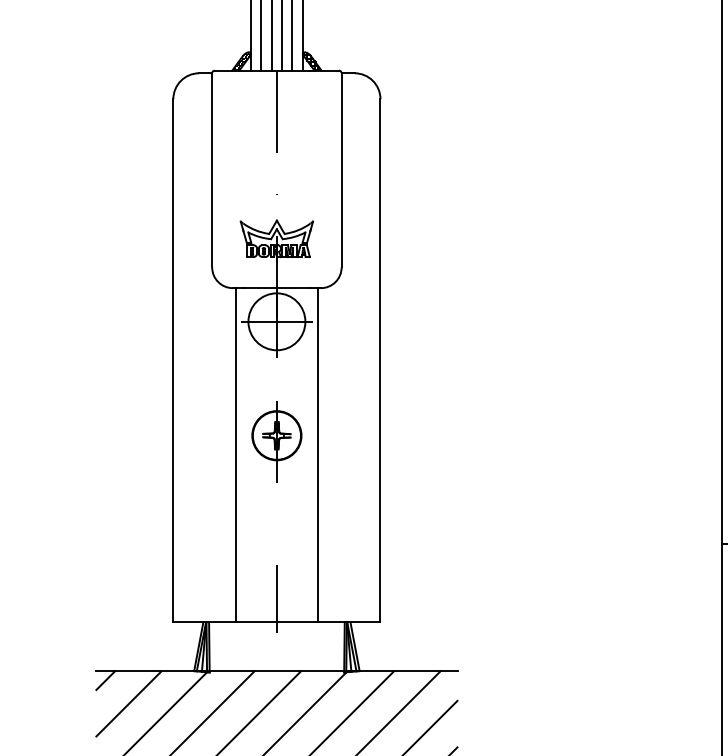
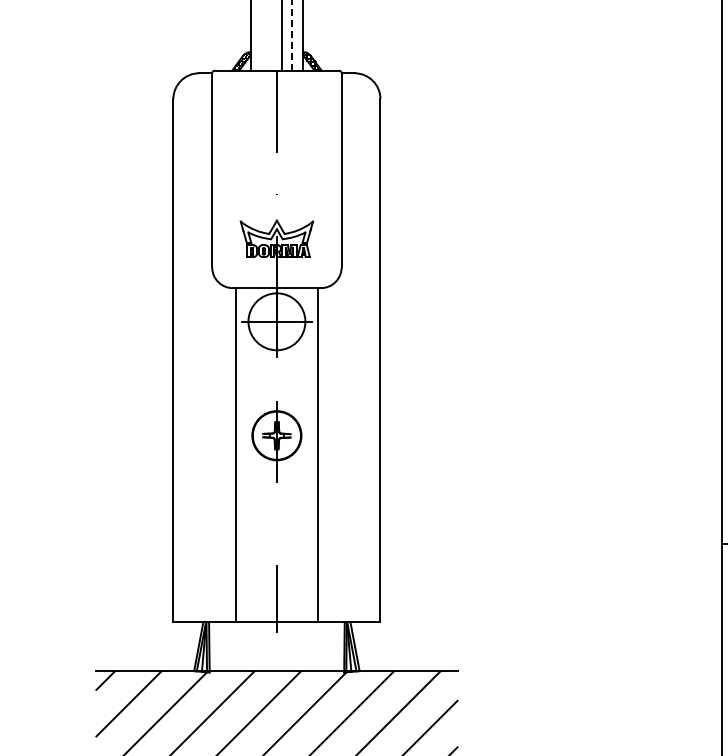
line at (292, 35): solid -> dashed
line at (261, 36): present -> none
line at (271, 36): present -> none
